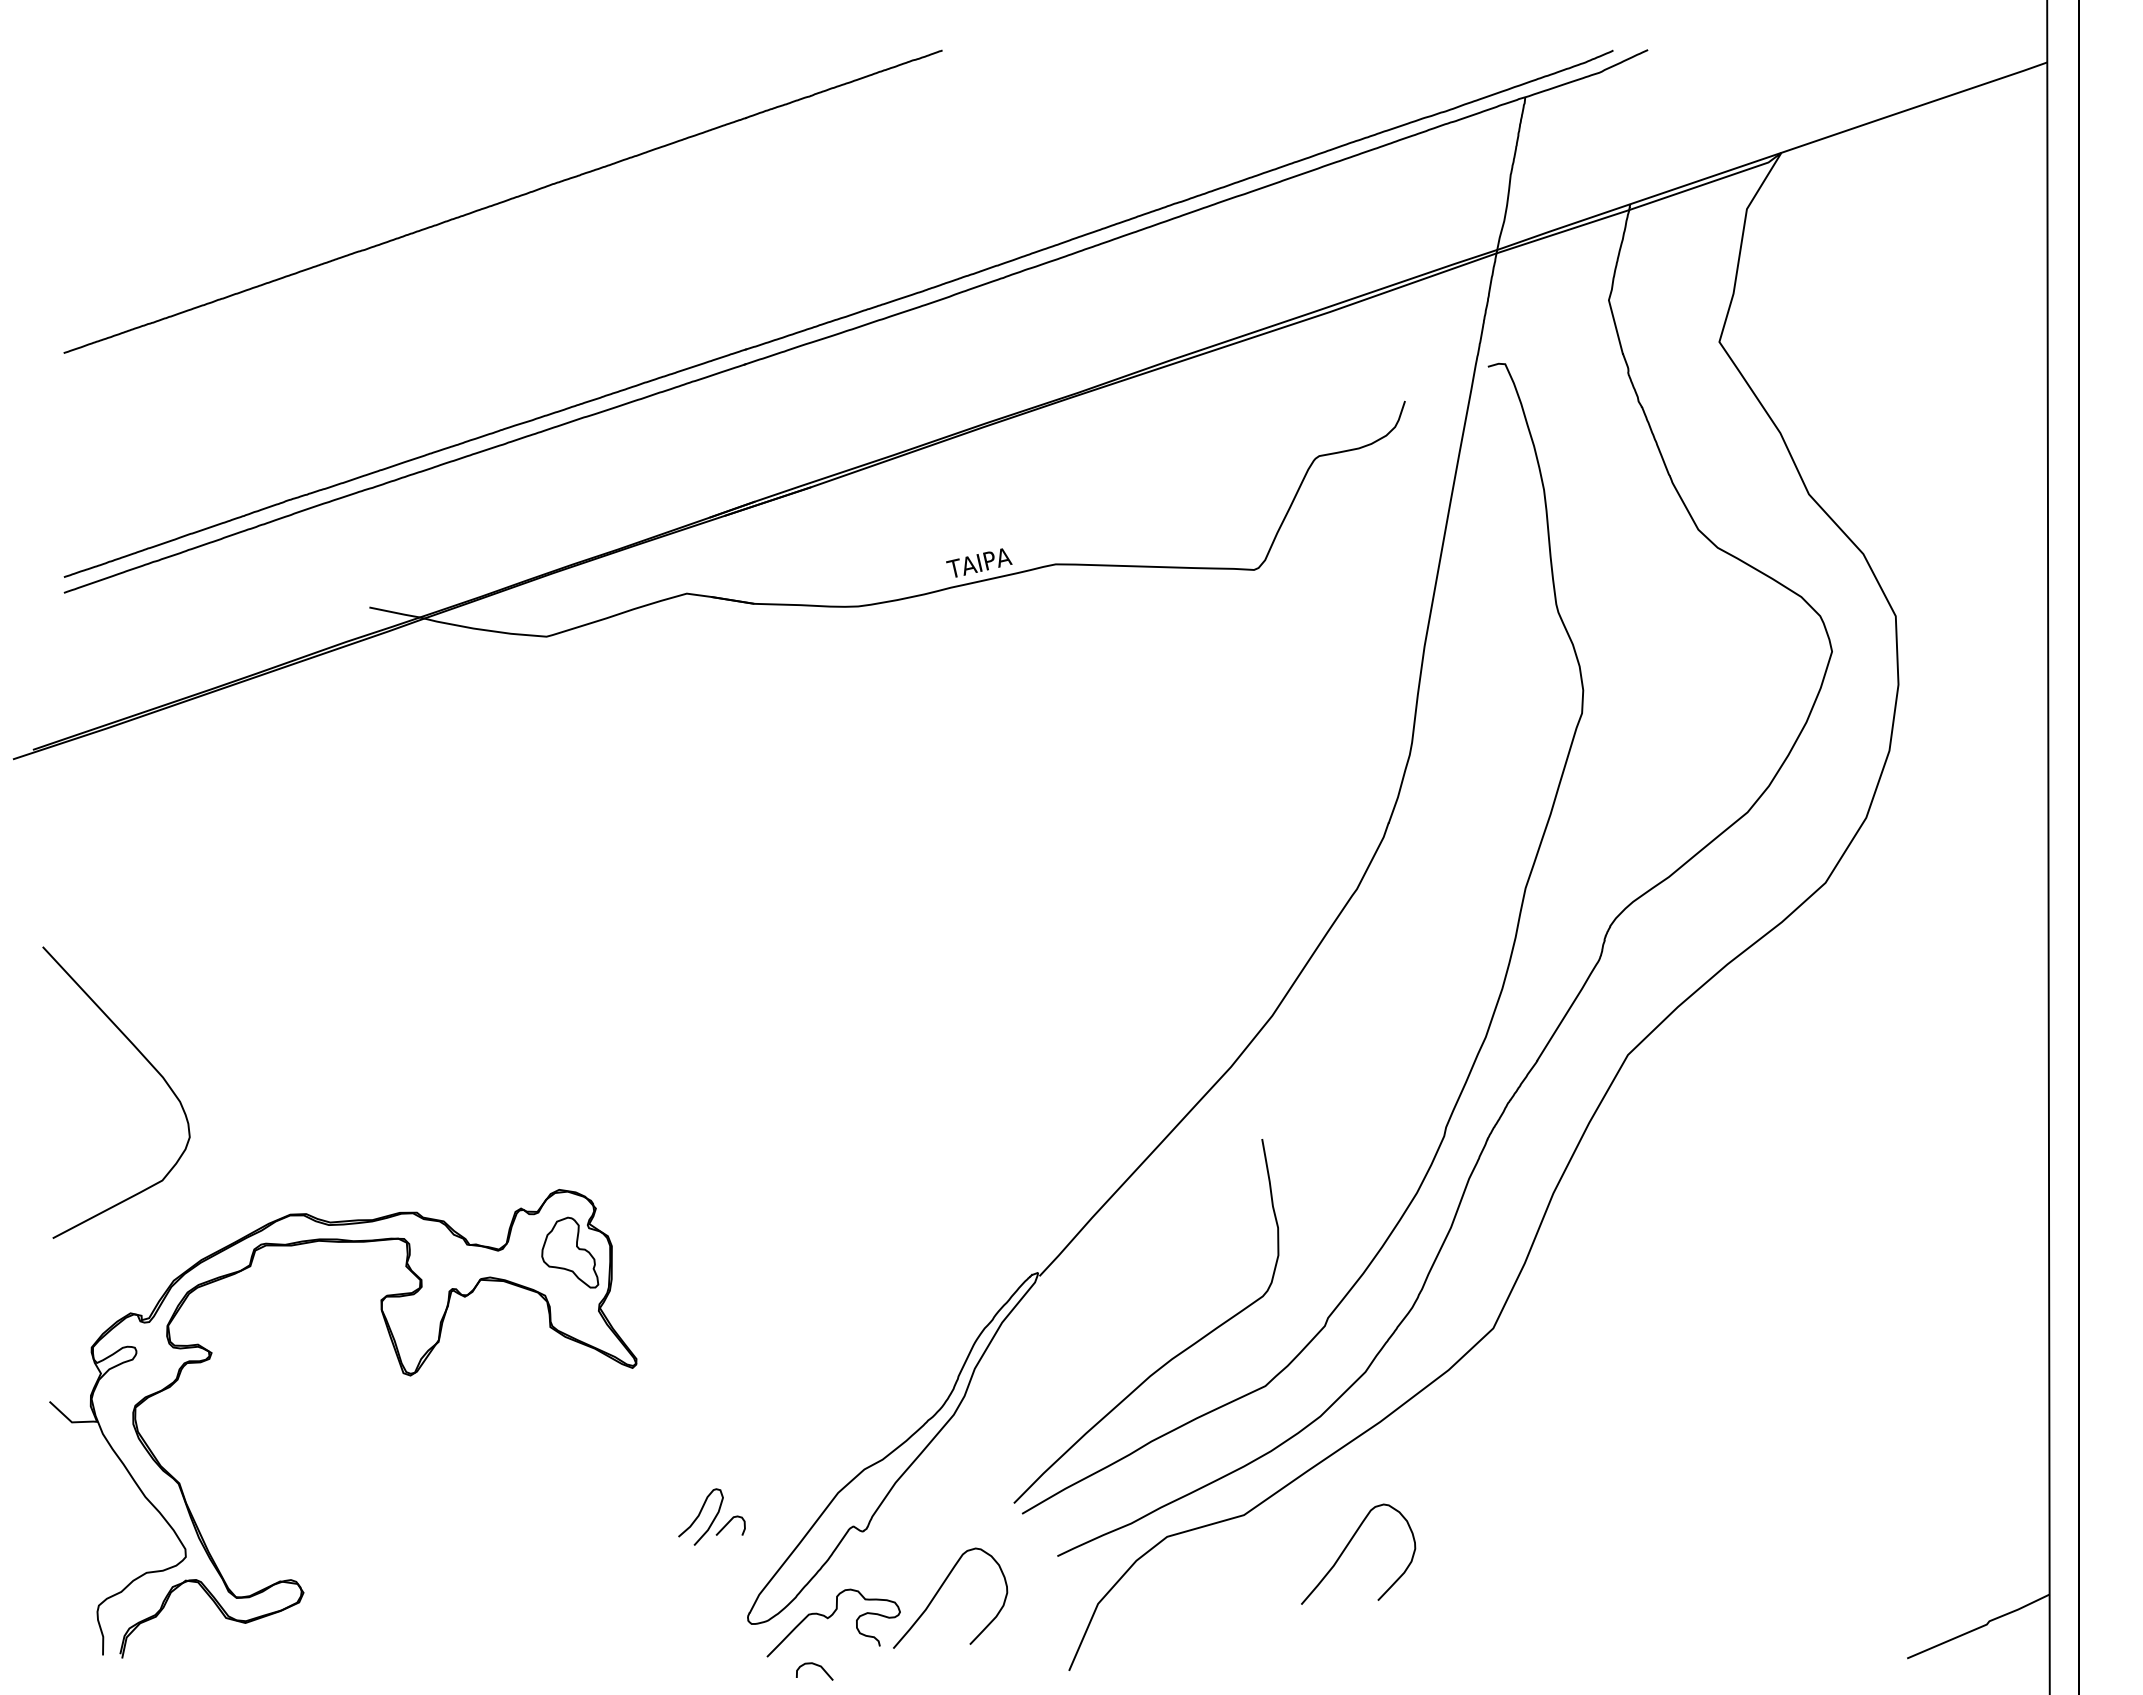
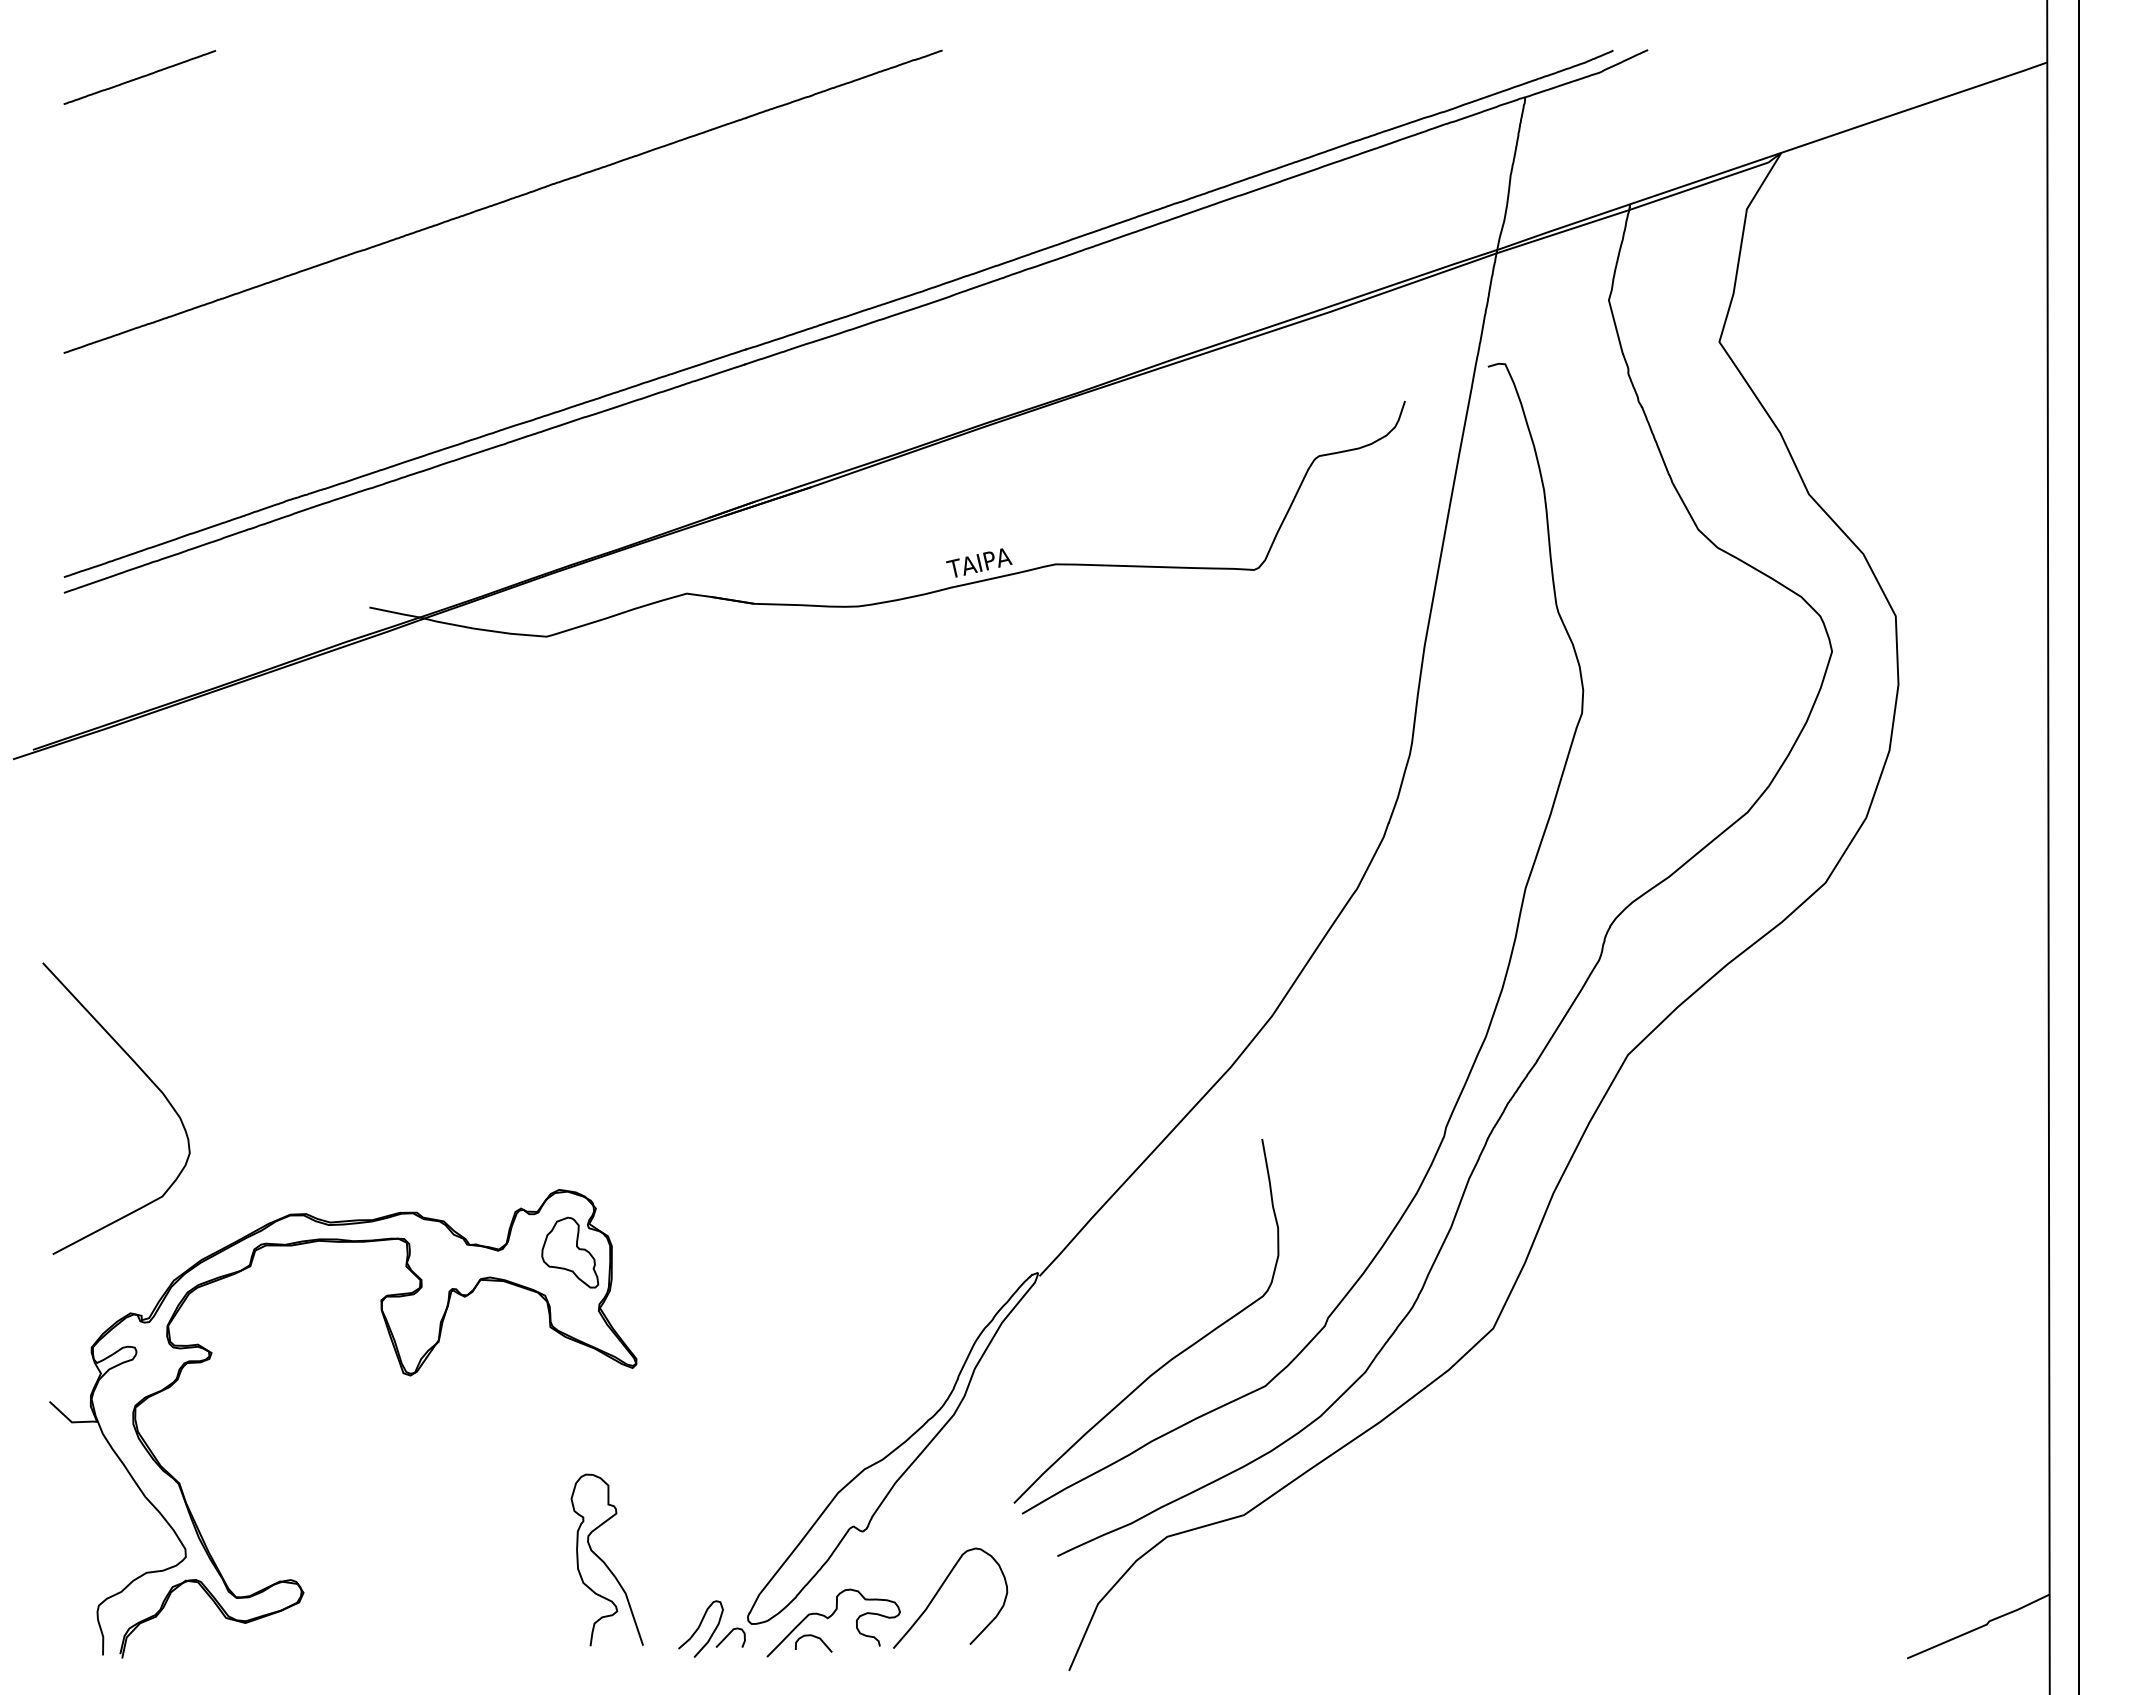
line at (139, 77): none -> present
curve at (150, 1065) position: (150, 1065) -> (150, 1081)
part at (711, 1516) position: (711, 1516) -> (711, 1628)
curve at (1347, 1547): present -> none
curve at (604, 1561): none -> present
curve at (817, 1666) position: (817, 1666) -> (816, 1638)
